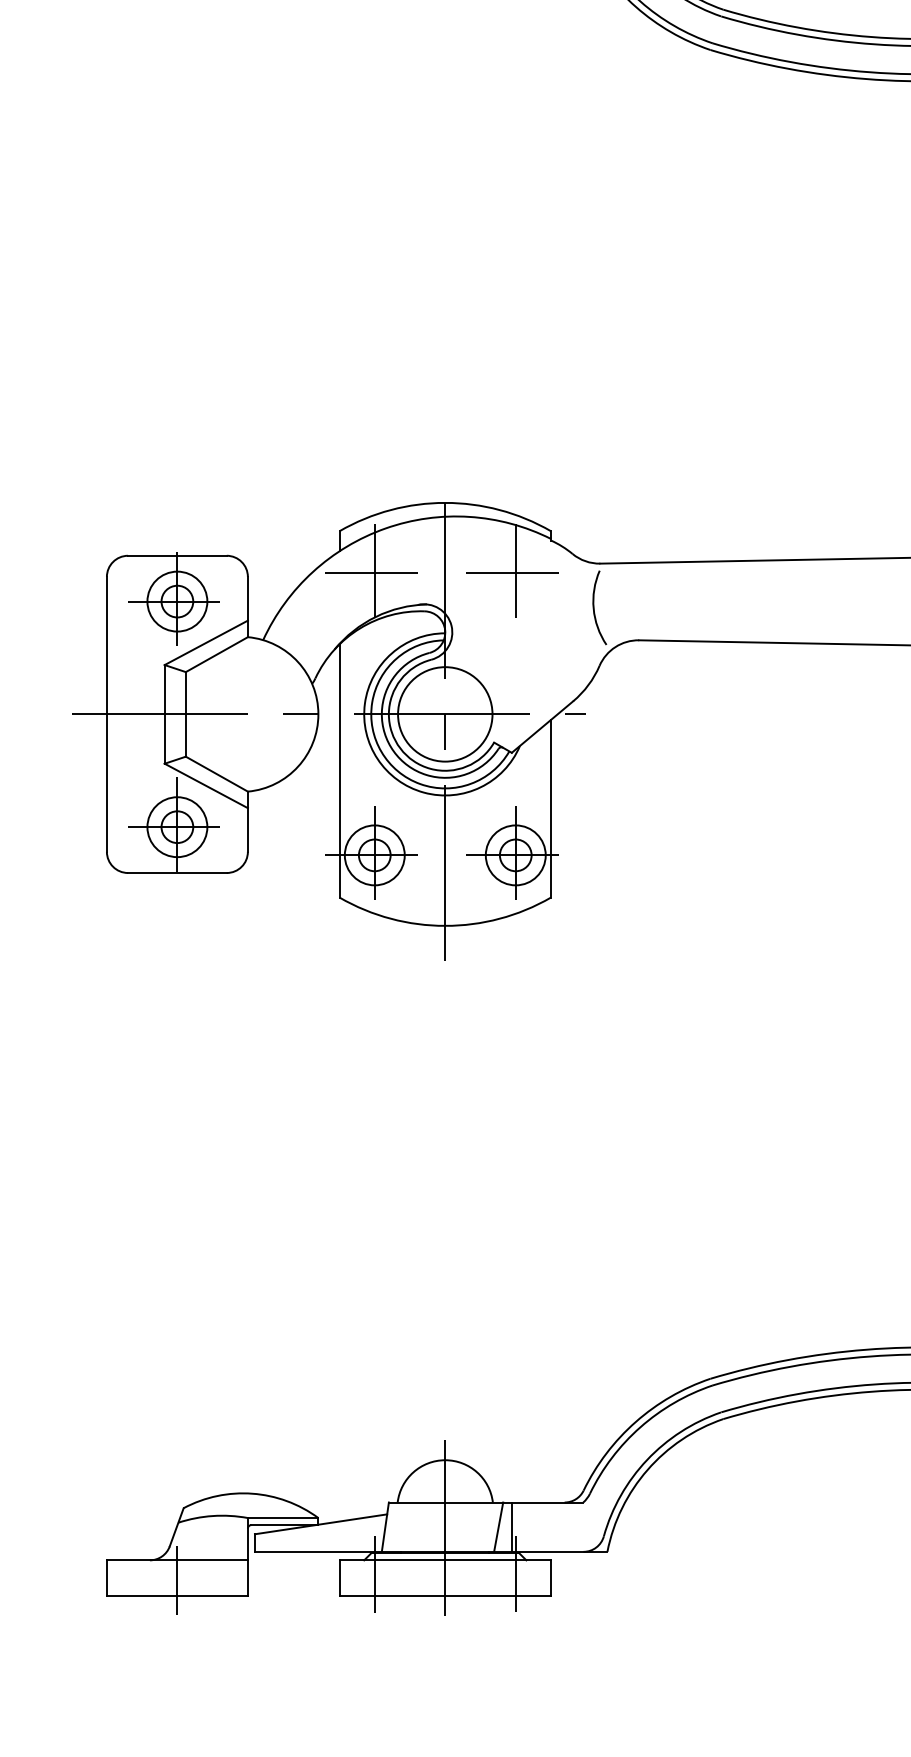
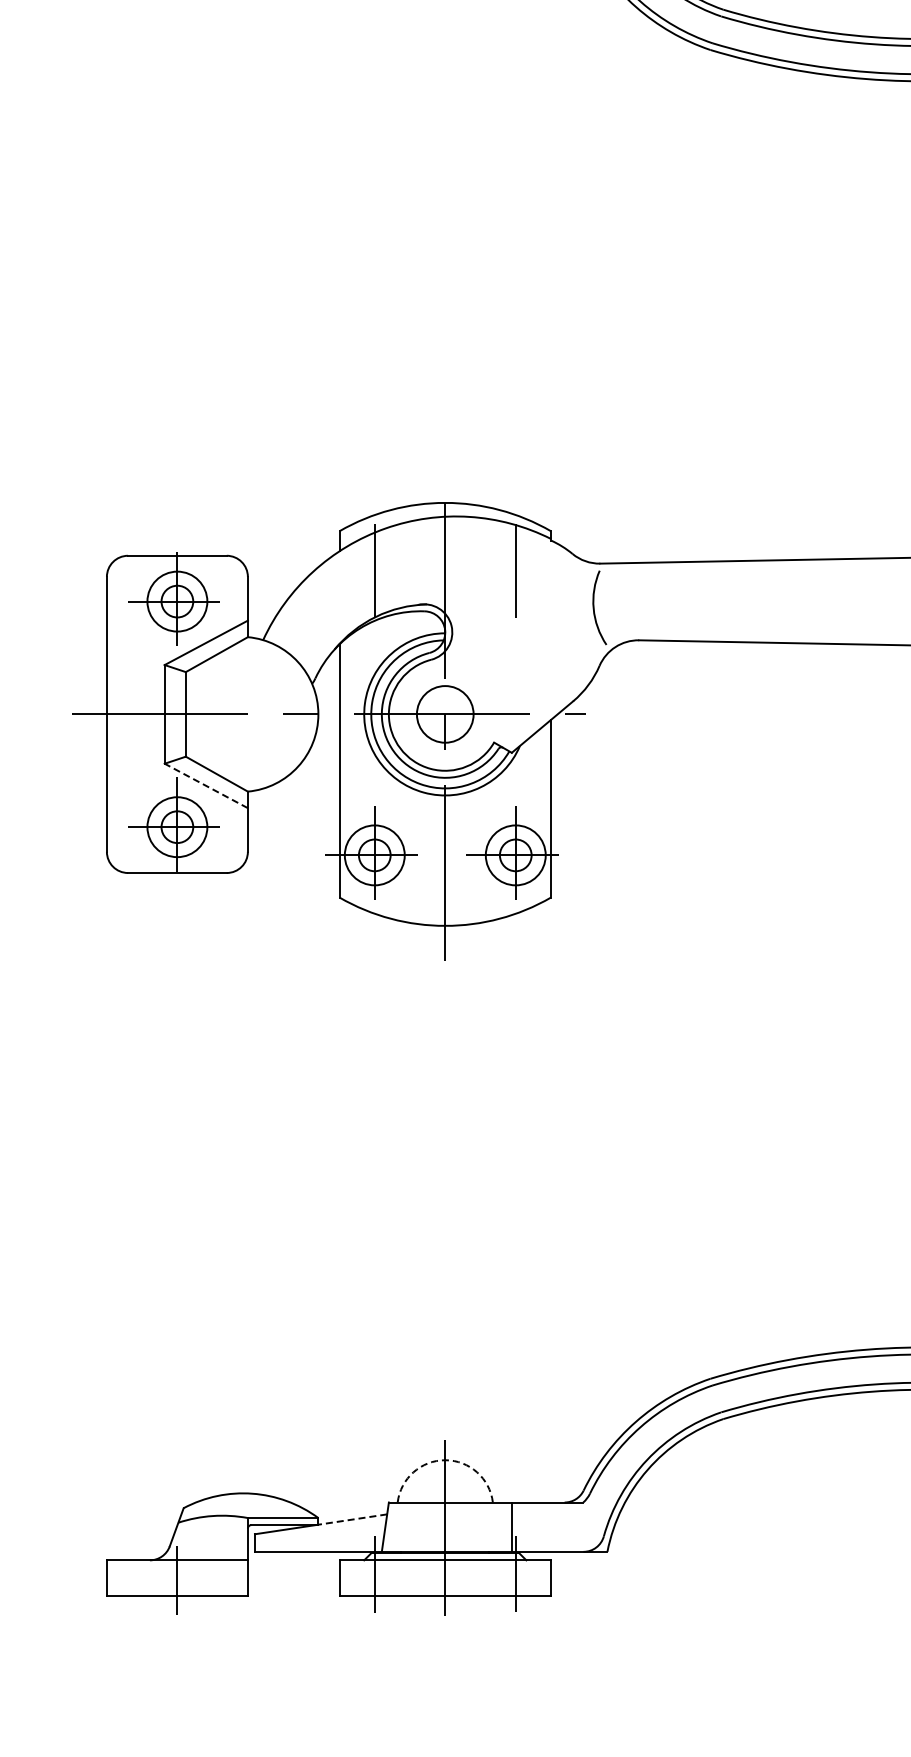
line at (371, 573): present -> none
line at (512, 573): present -> none
circle at (445, 714) diameter: 94 px -> 57 px
line at (205, 785): solid -> dashed
arc at (445, 1460): solid -> dashed
line at (352, 1519): solid -> dashed
line at (498, 1526): present -> none
